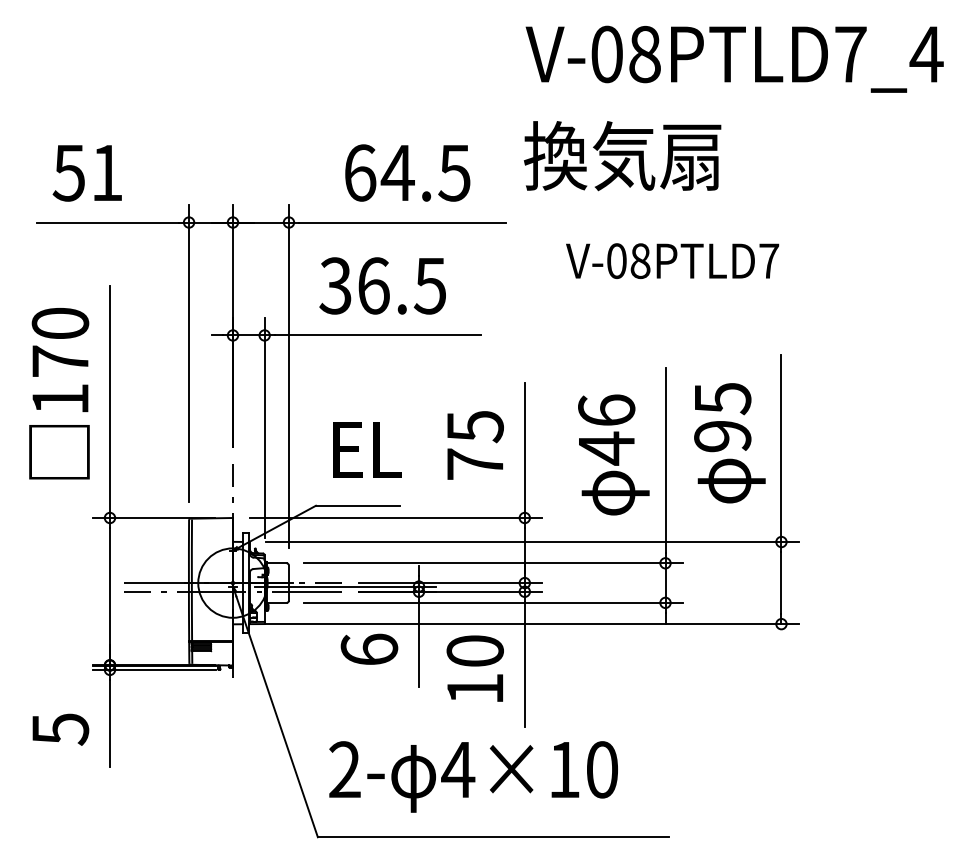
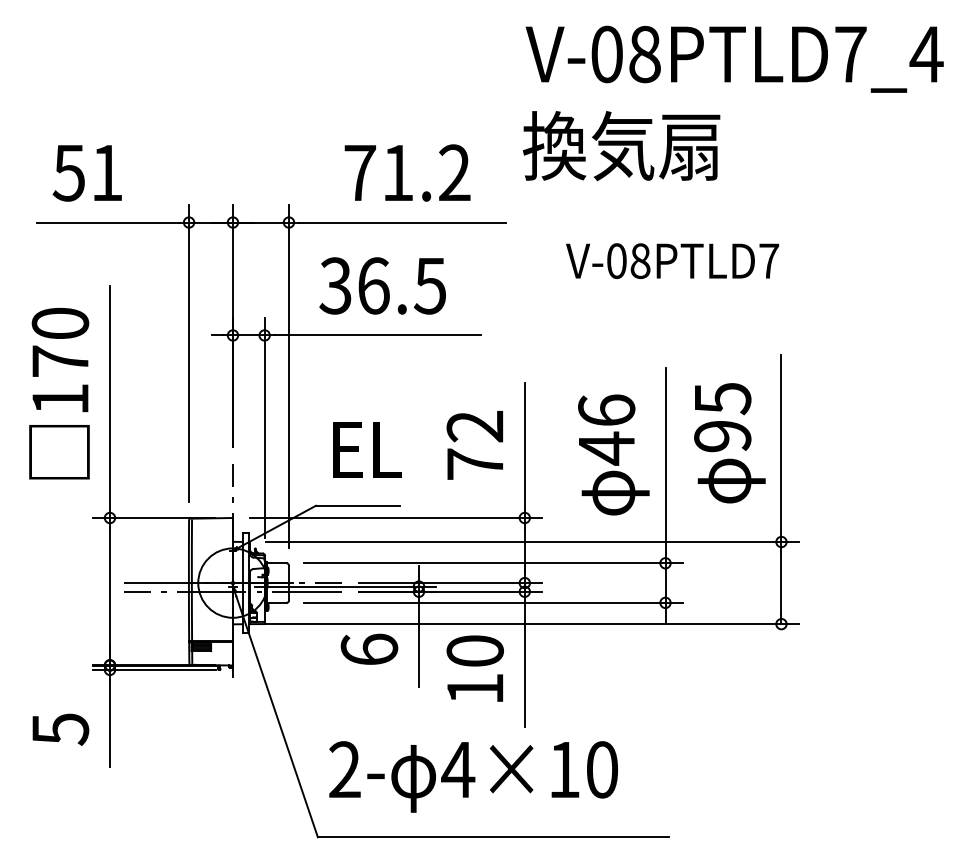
text at (622, 156) position: (622, 156) -> (621, 146)
text at (407, 172): 64.5 -> 71.2
text at (474, 426): 75 -> 72
